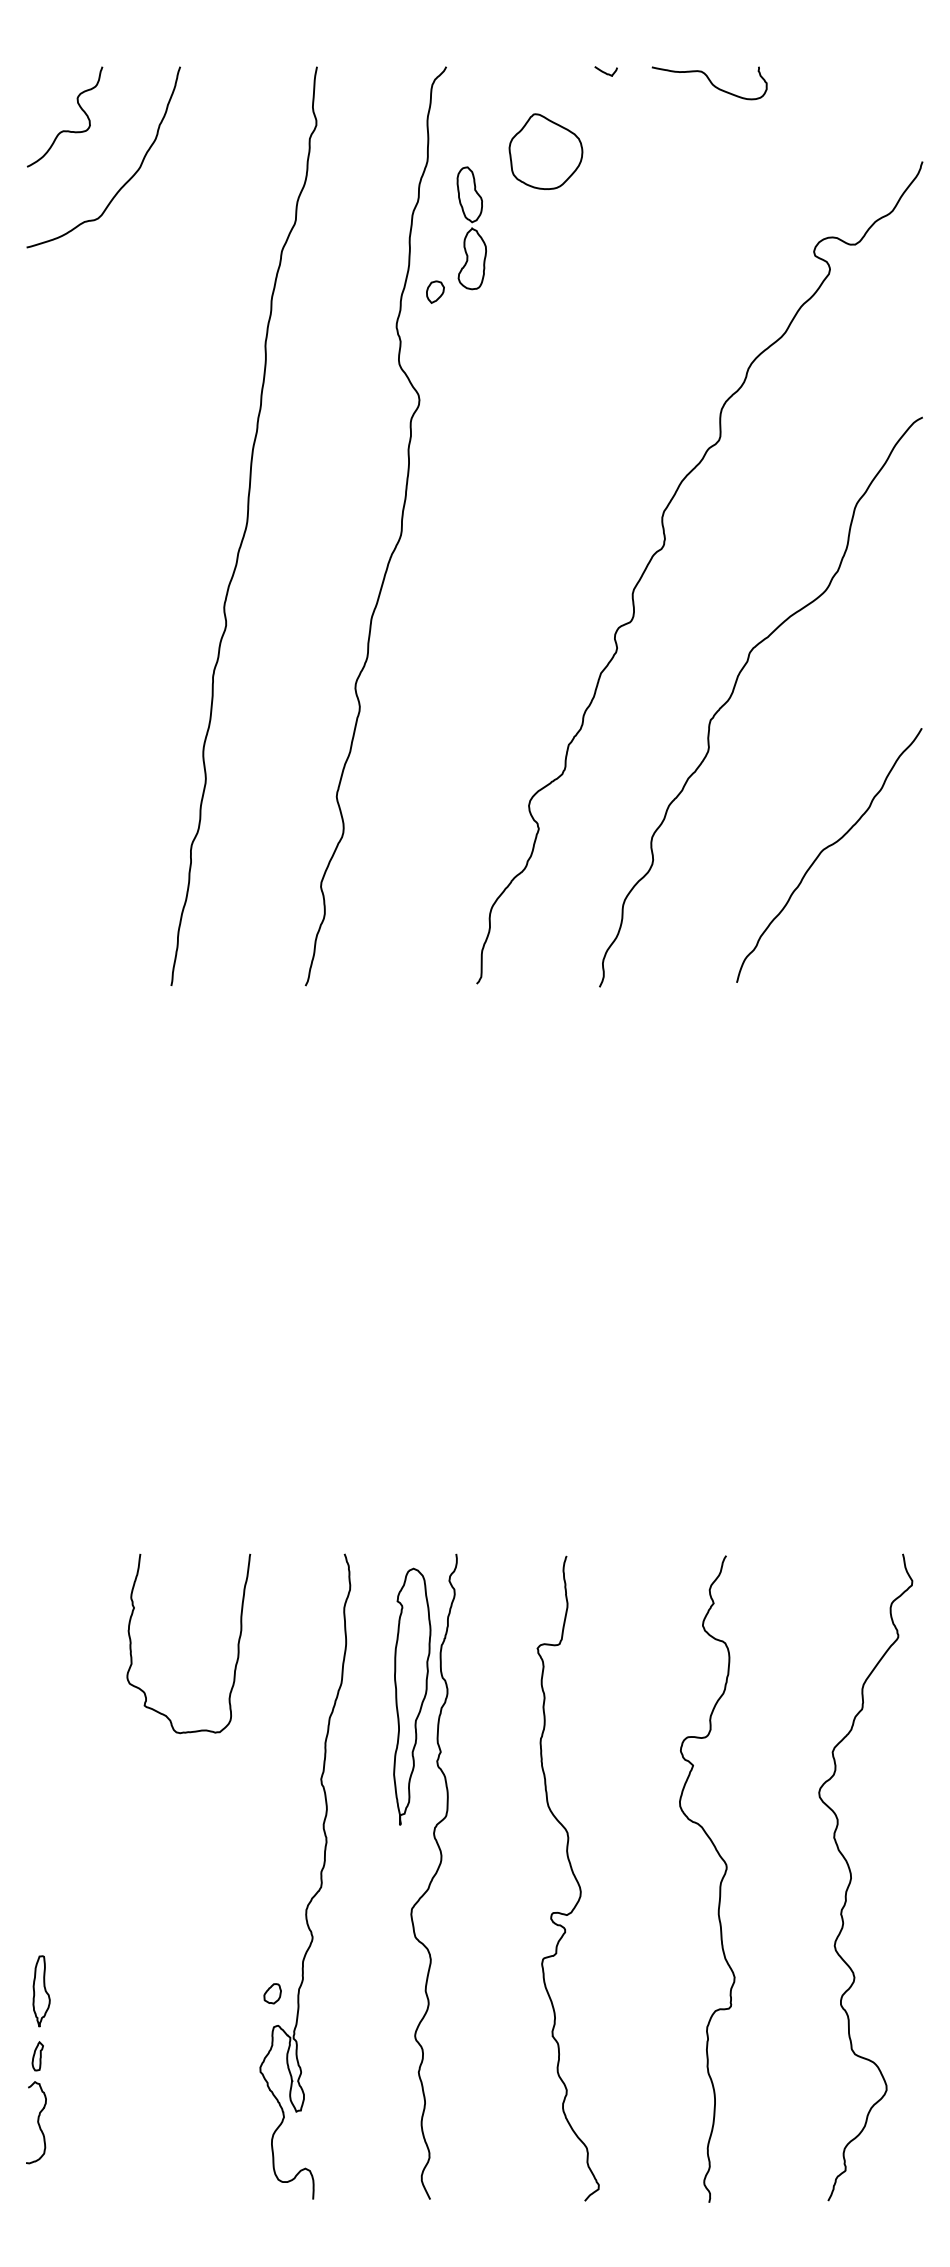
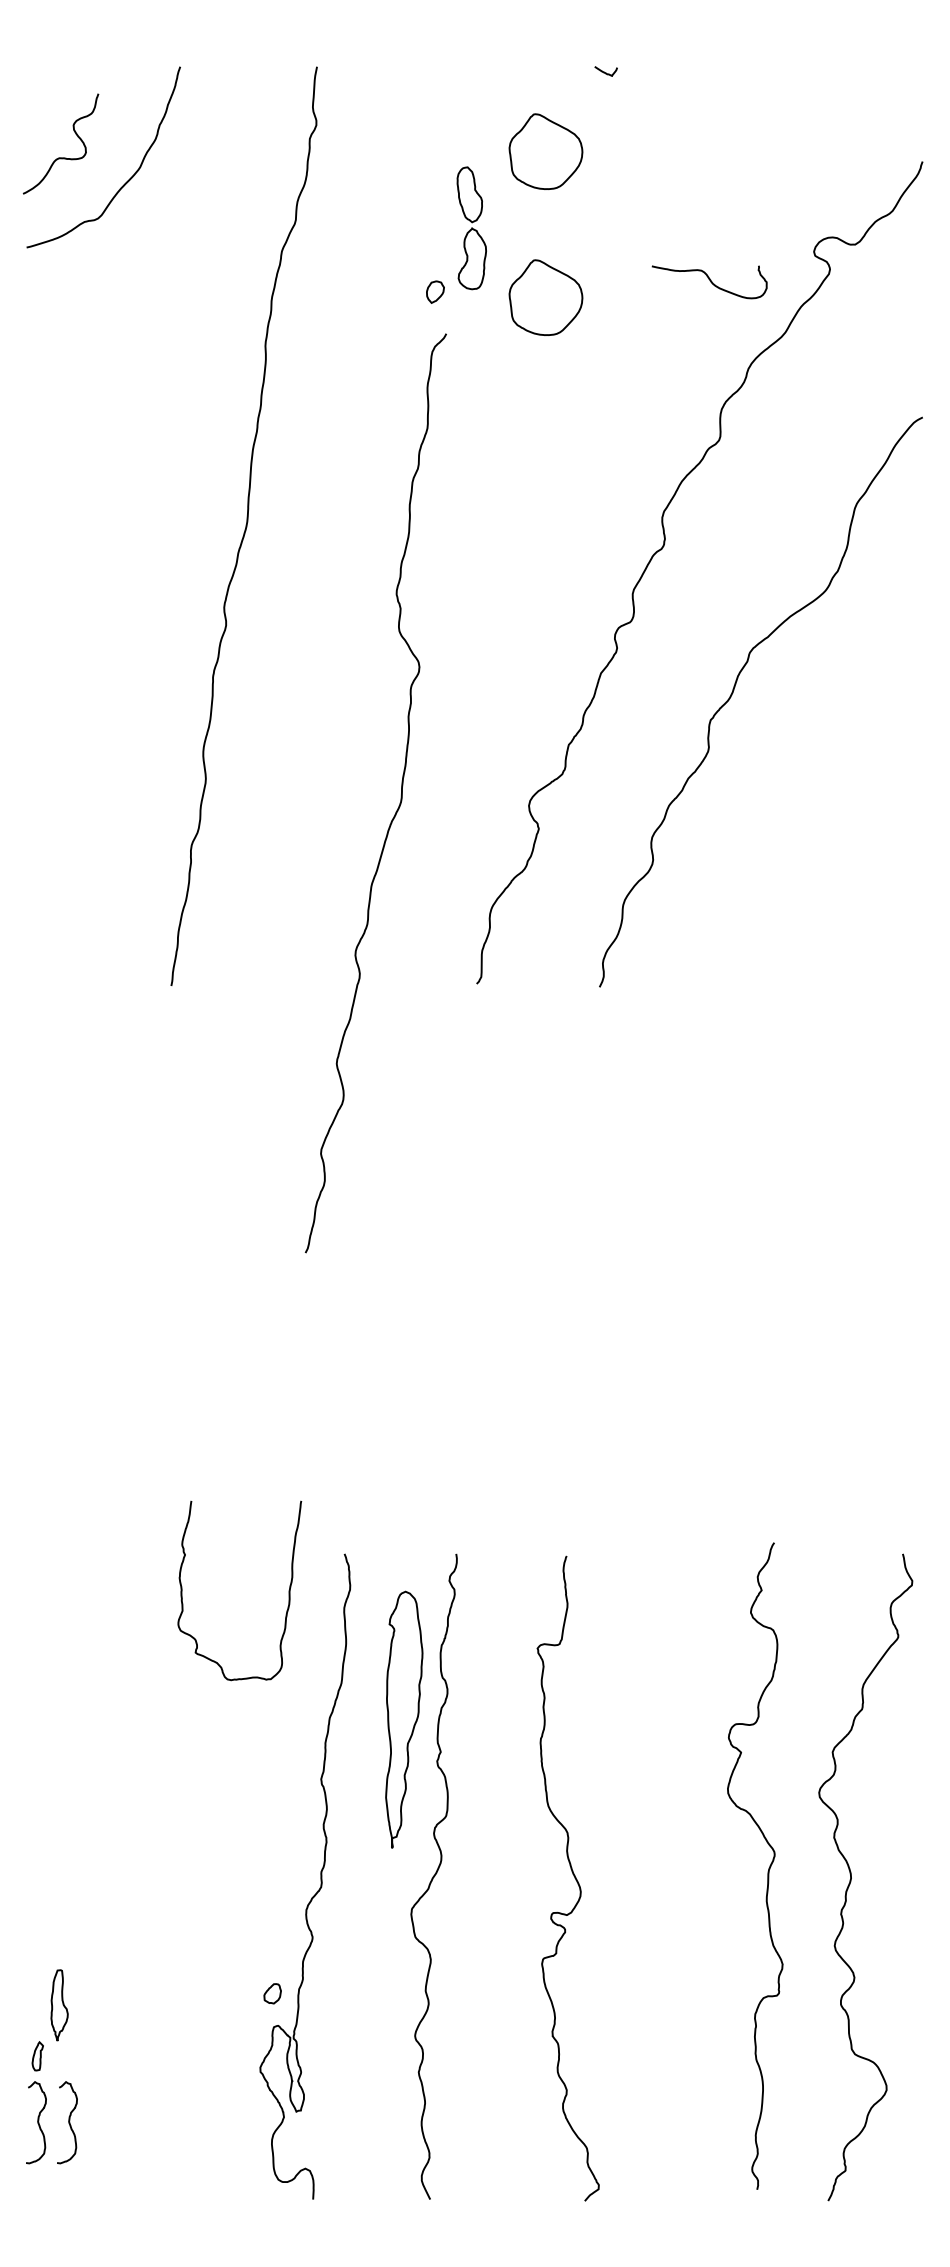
curve at (710, 83) position: (710, 83) -> (710, 282)
curve at (65, 130) position: (65, 130) -> (61, 157)
part at (545, 297): none -> present
curve at (400, 529) position: (400, 529) -> (400, 796)
curve at (824, 850): present -> none
curve at (237, 1643) position: (237, 1643) -> (288, 1590)
part at (412, 1696) position: (412, 1696) -> (404, 1719)
curve at (720, 1881) position: (720, 1881) -> (768, 1868)
part at (41, 1991) position: (41, 1991) -> (59, 2005)
curve at (68, 2122): none -> present
